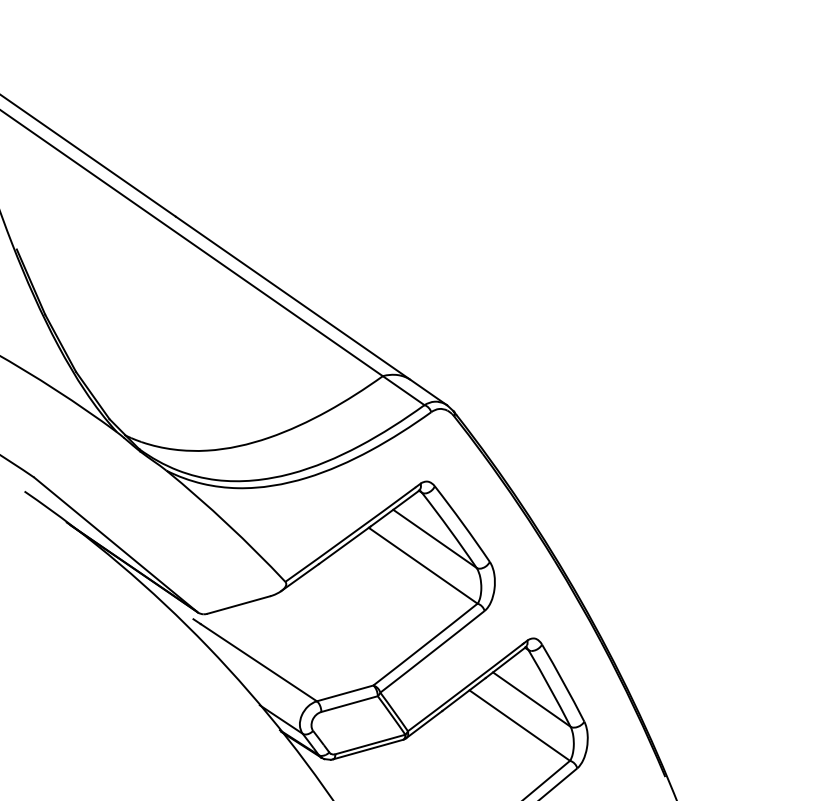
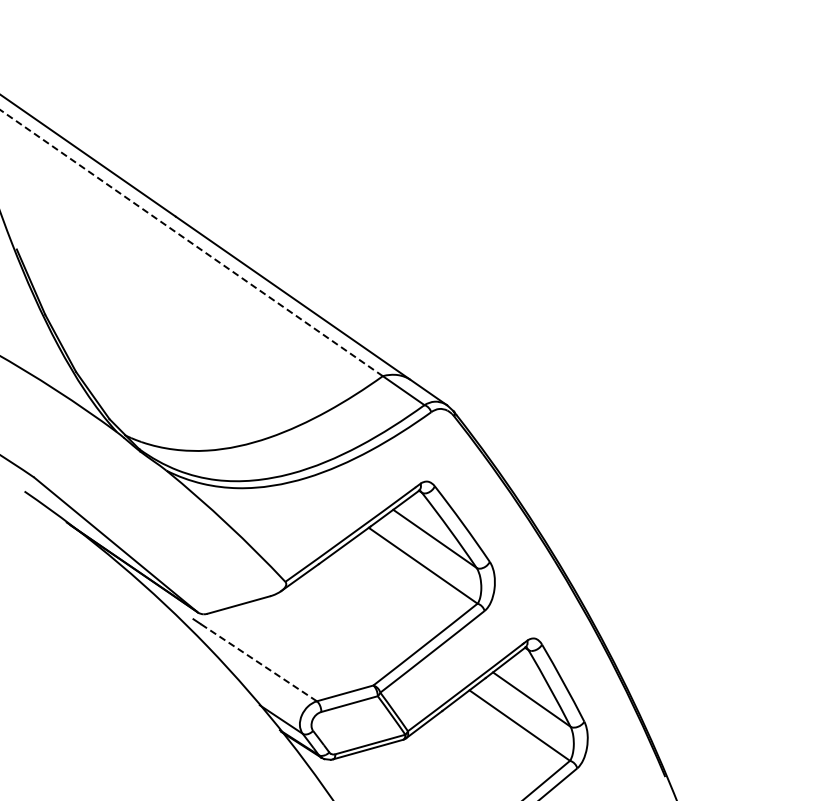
line at (191, 243): solid -> dashed
line at (258, 662): solid -> dashed
